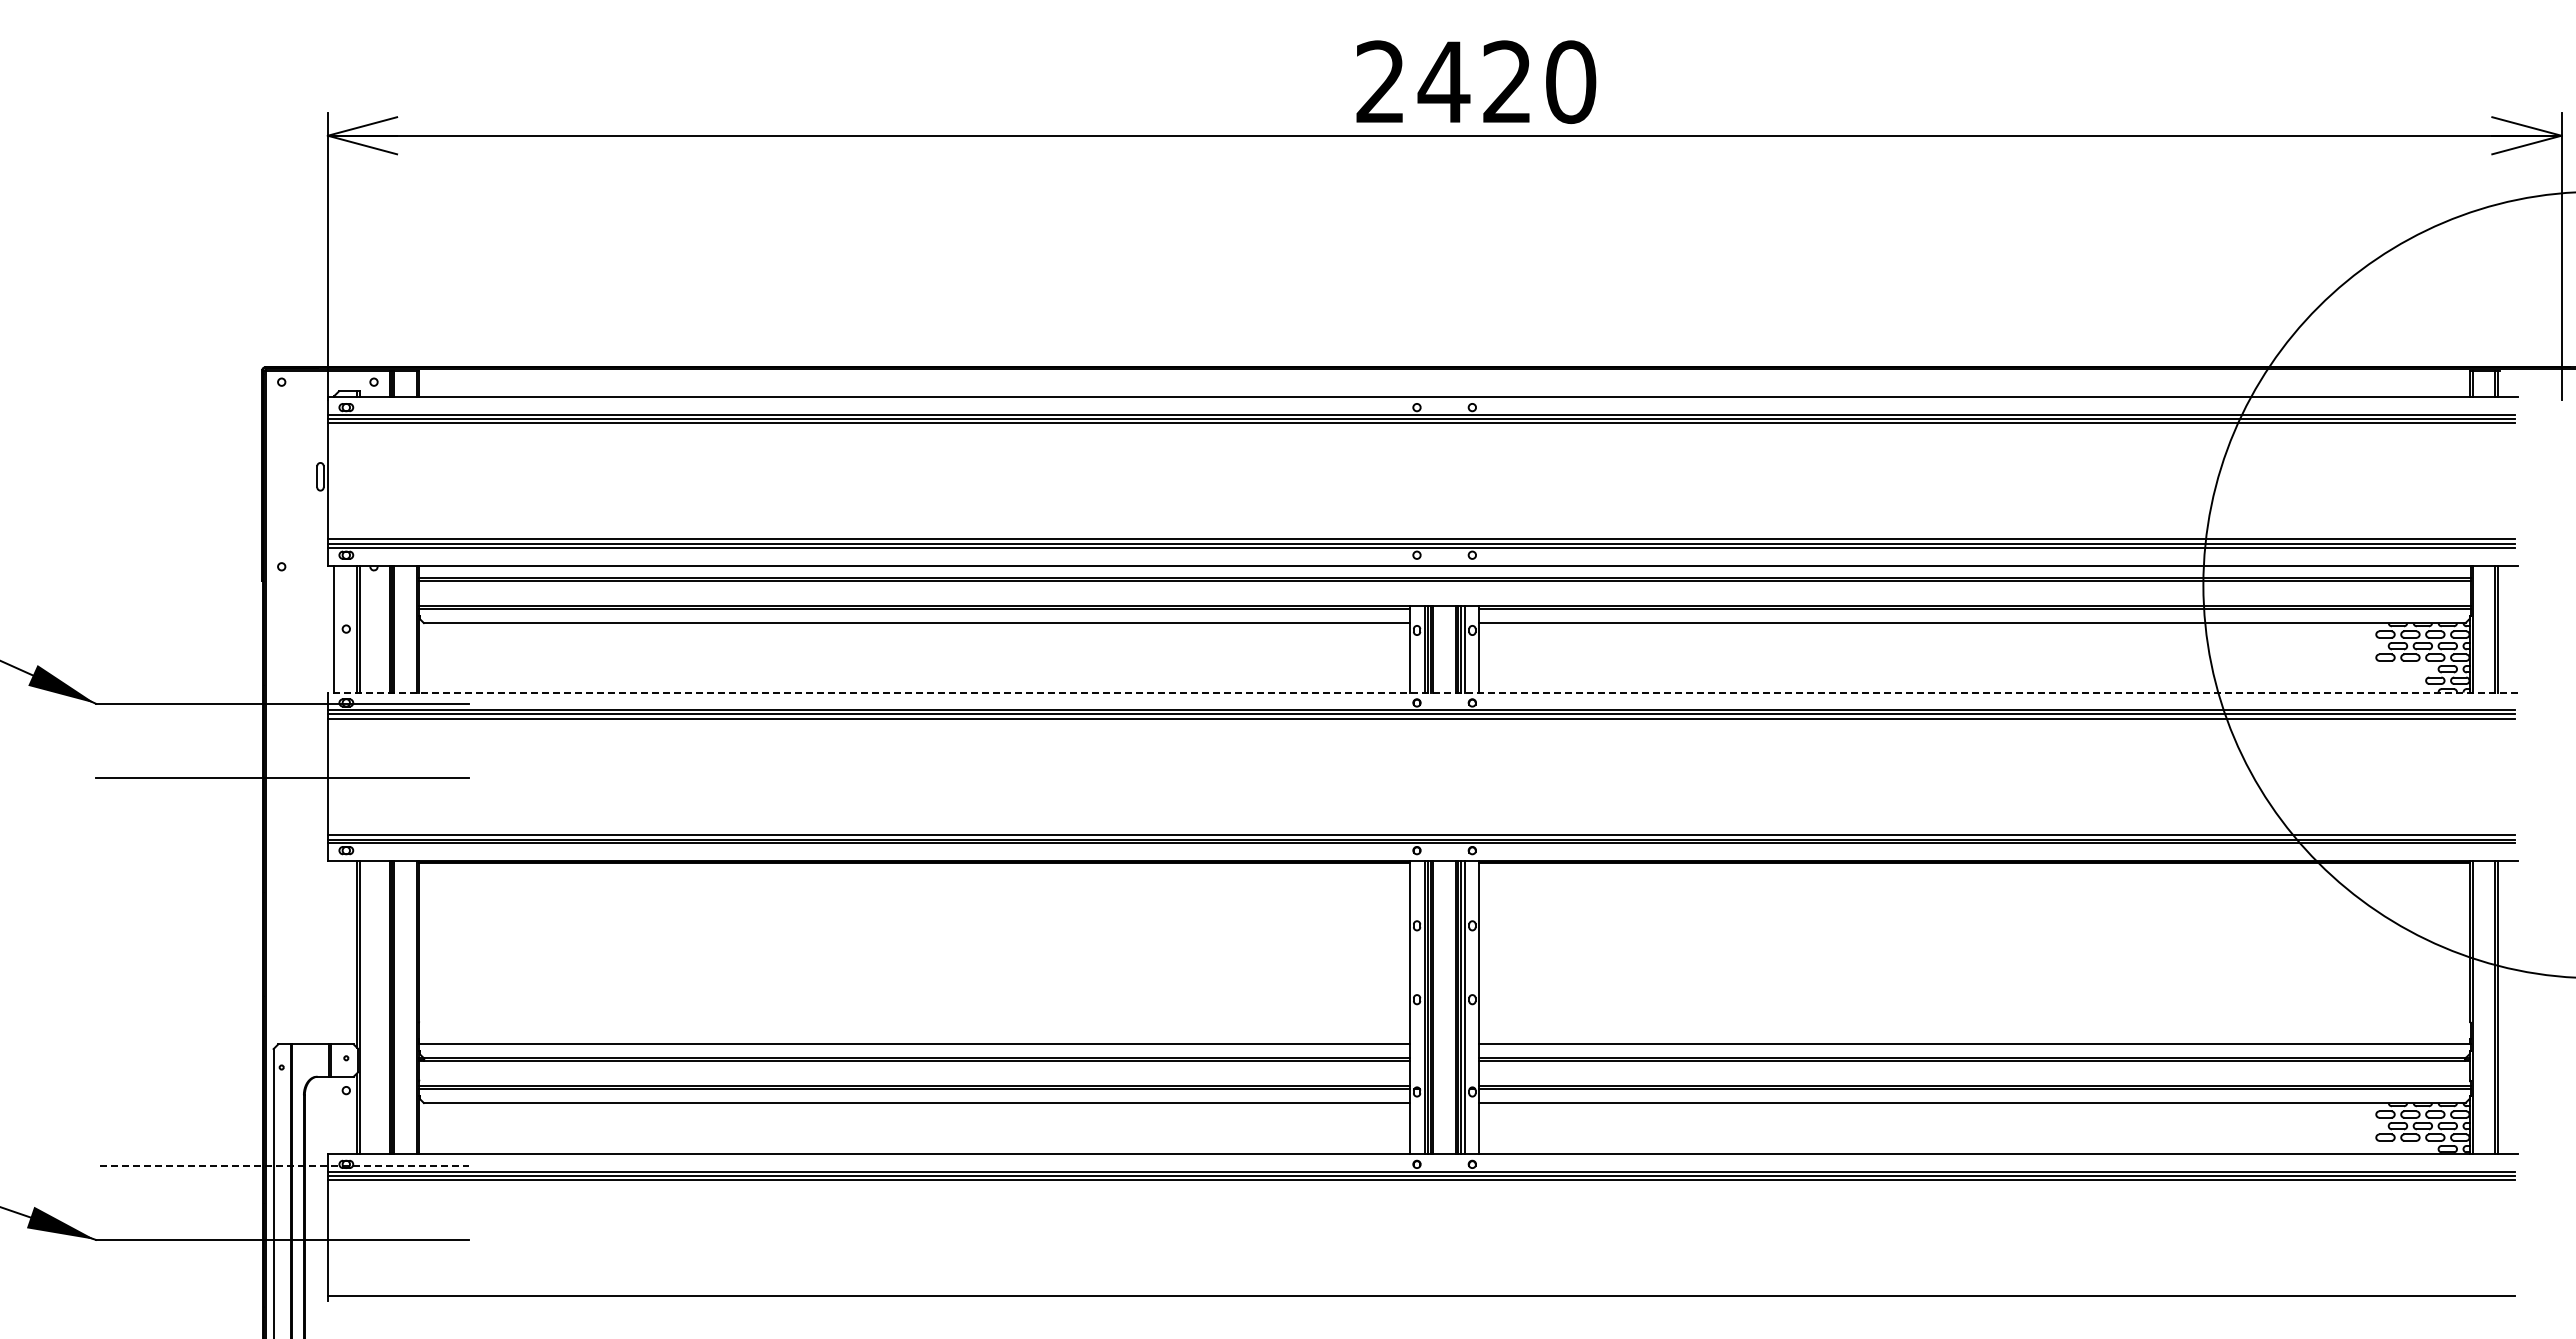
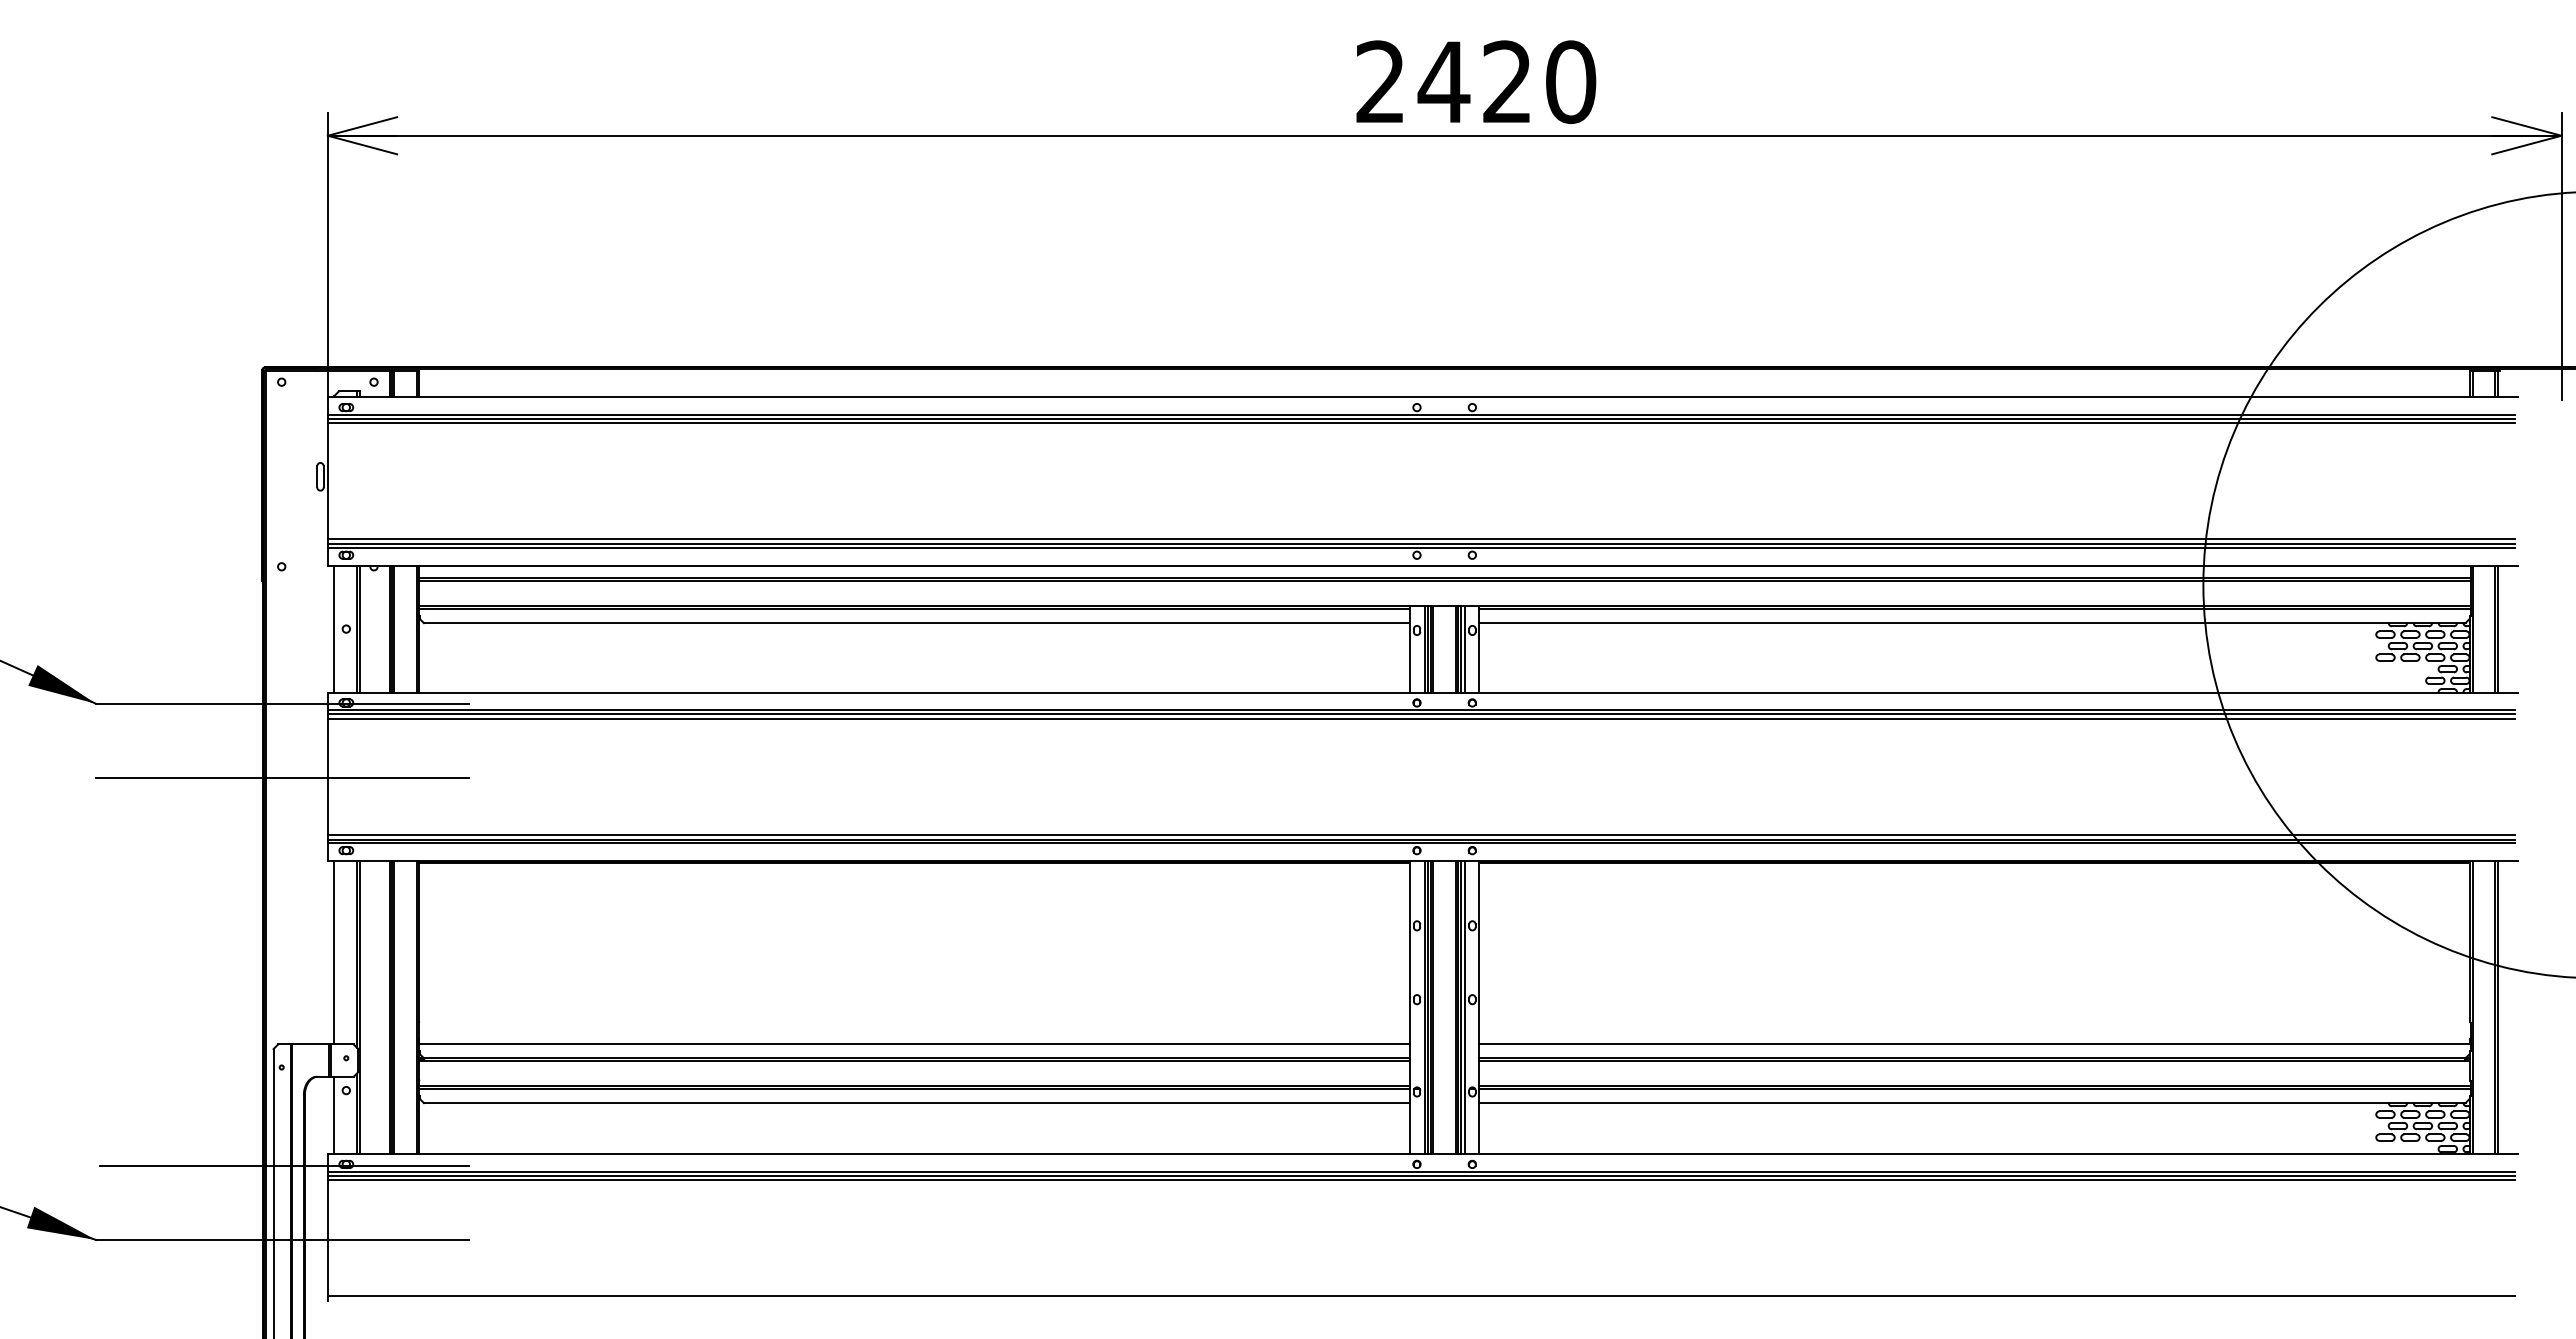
line at (1422, 692): dashed -> solid
line at (334, 952): none -> present
line at (334, 1115): none -> present
line at (284, 1165): dashed -> solid
